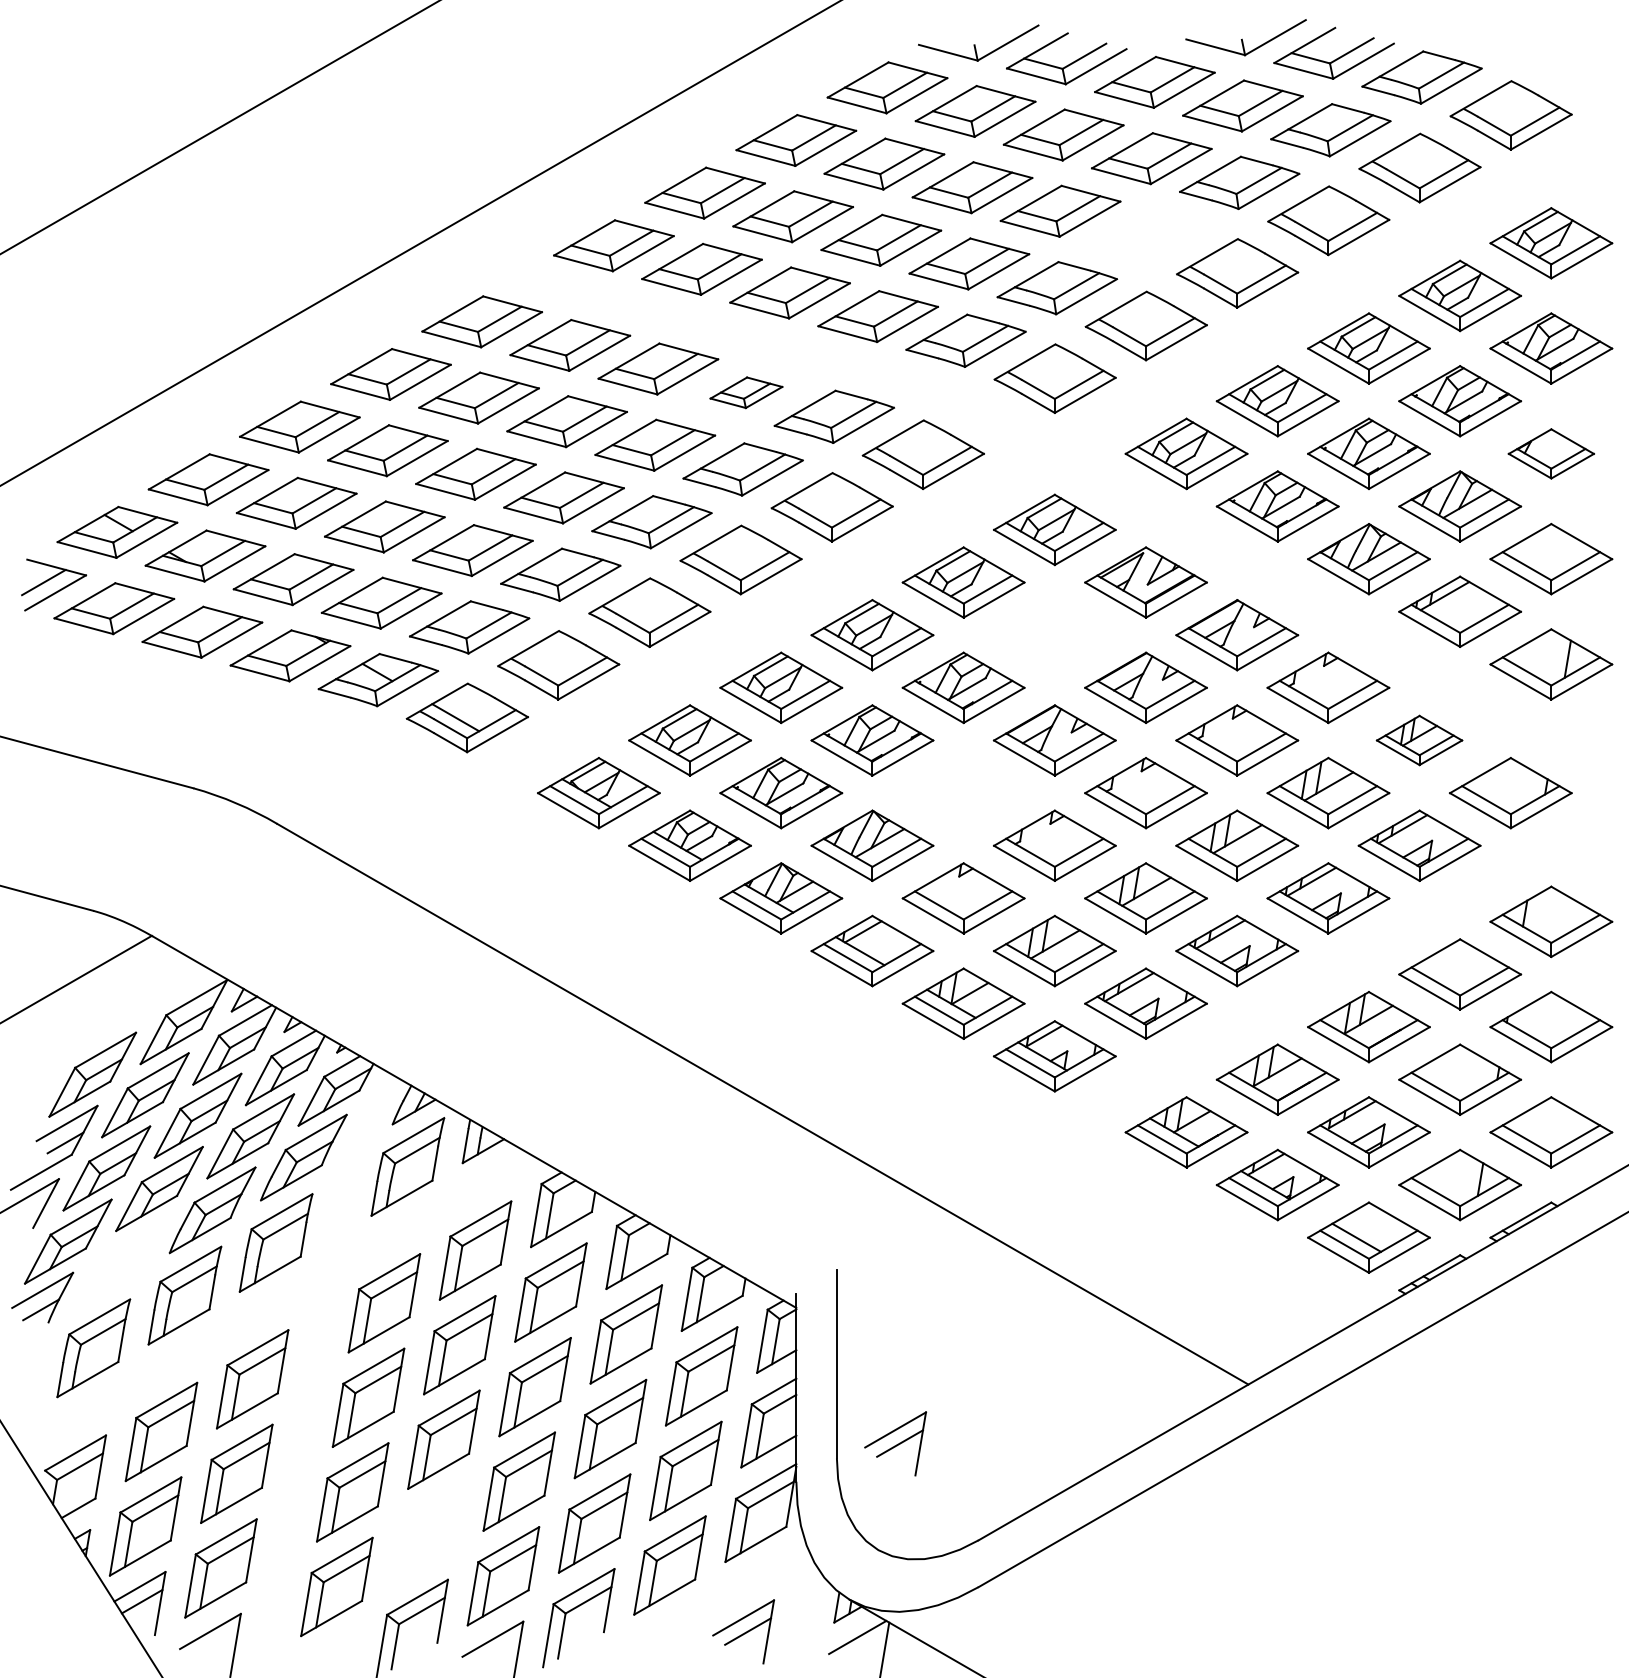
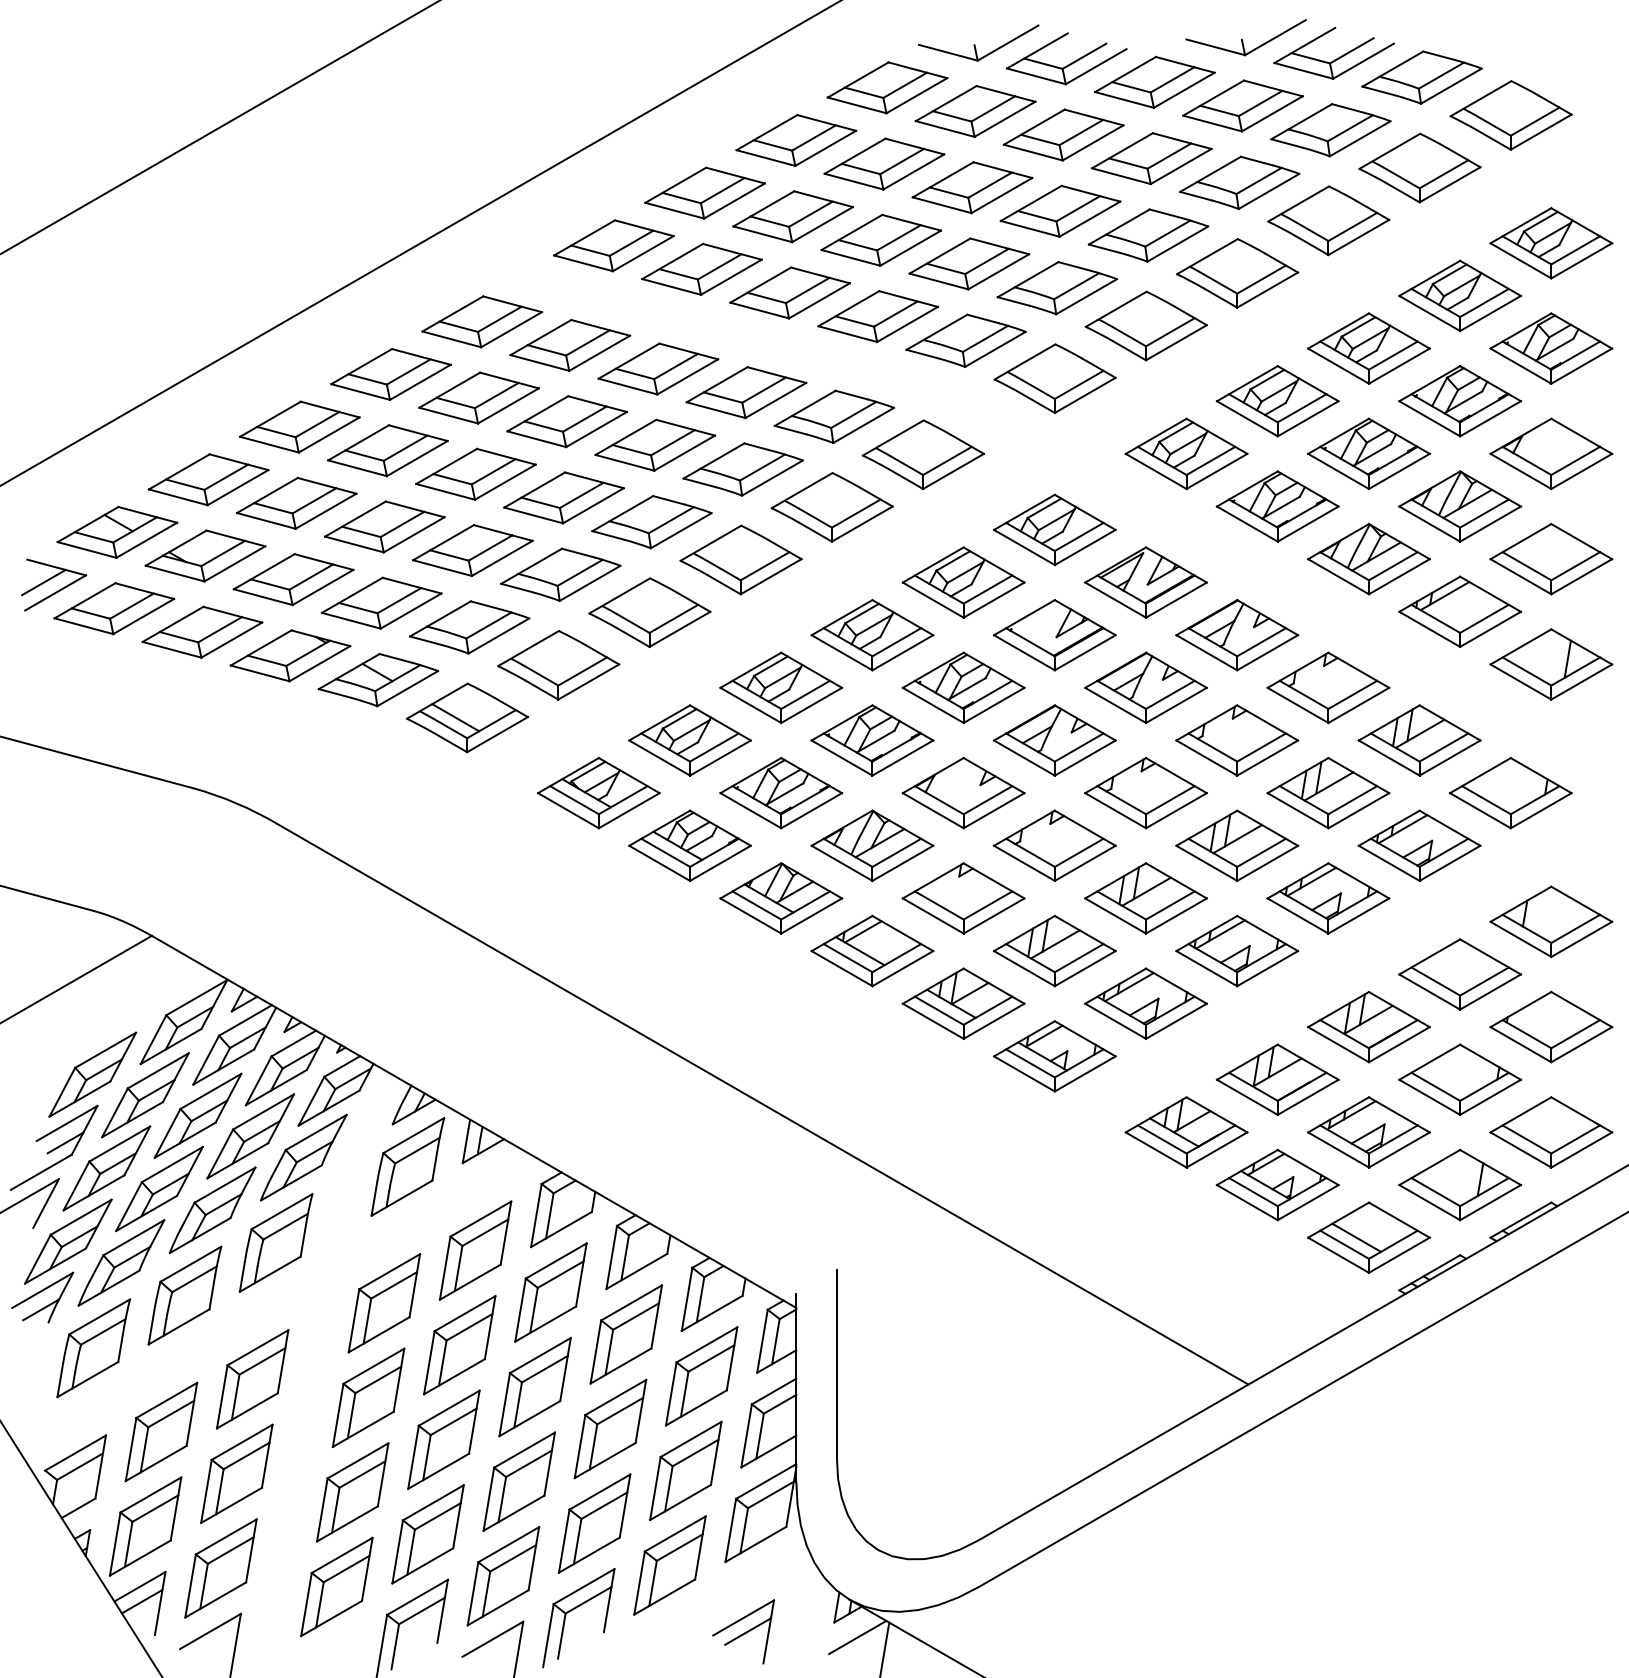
part at (1148, 235): none -> present
part at (746, 392) size: 75x34 px -> 123x54 px
part at (1550, 453) size: 88x52 px -> 125x74 px
part at (1054, 635): none -> present
part at (1419, 740) size: 89x53 px -> 125x73 px
part at (963, 792): none -> present
part at (121, 1262): none -> present
part at (895, 1443): present -> none
part at (427, 1534): none -> present
